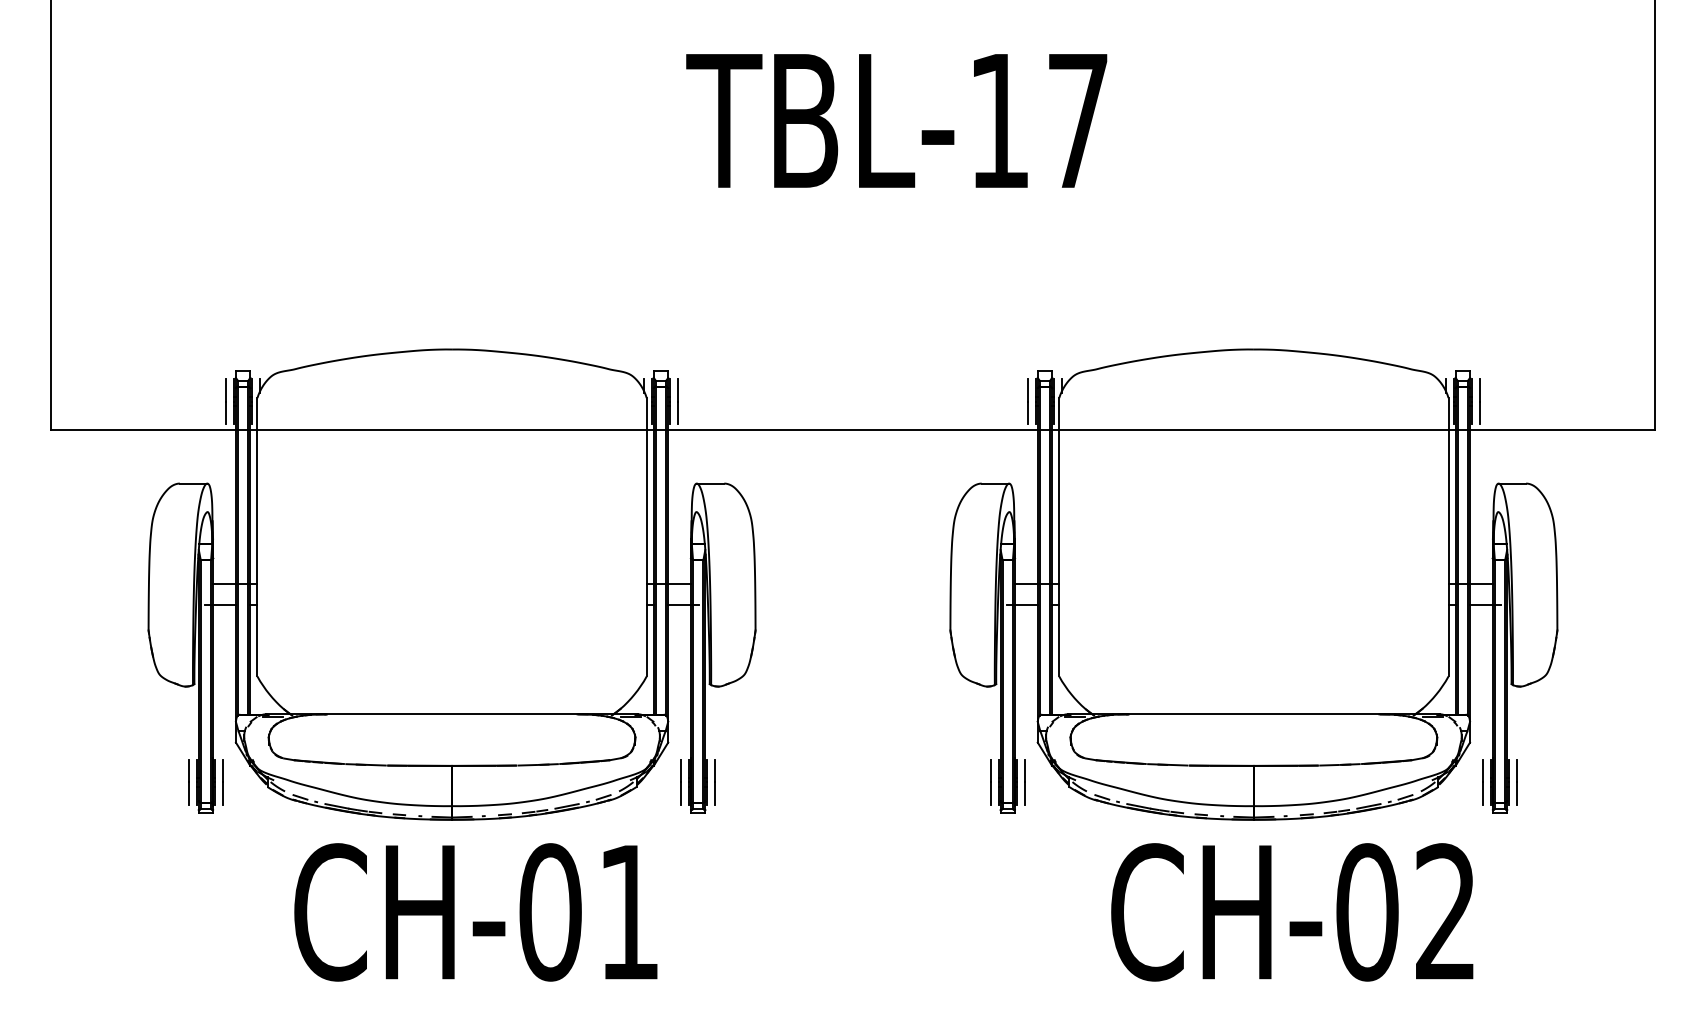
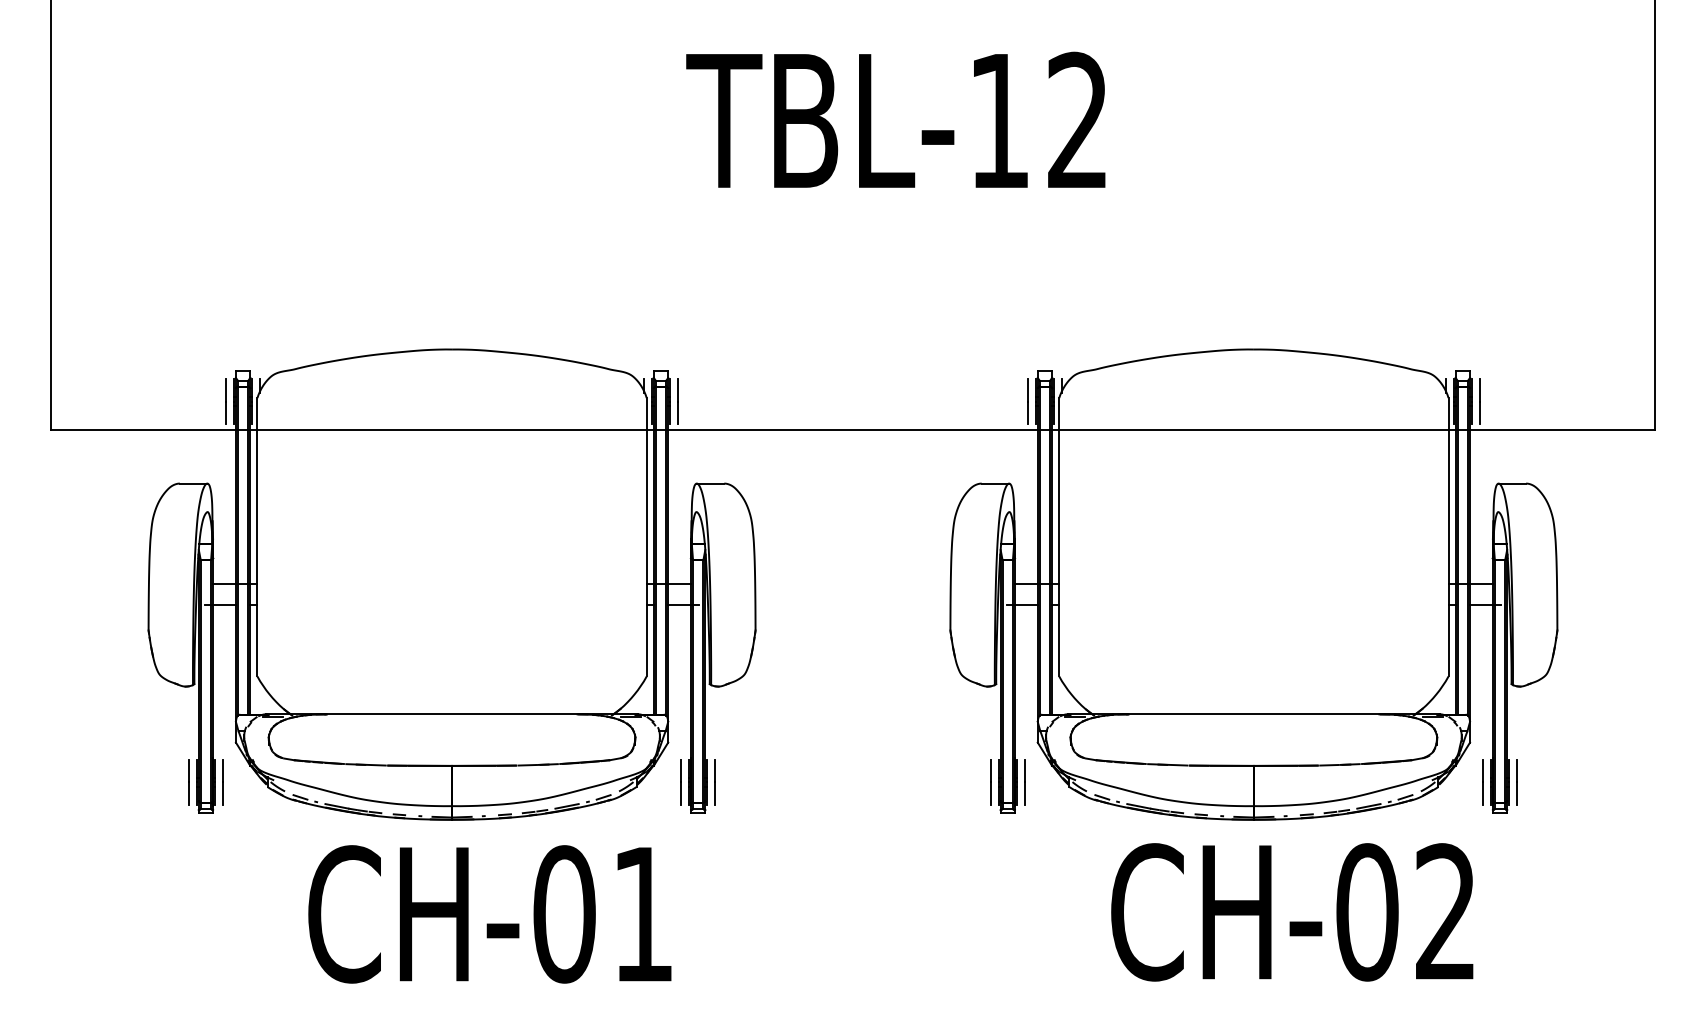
text at (1077, 119): TBL-17 -> TBL-12
text at (475, 912) position: (475, 912) -> (489, 914)
